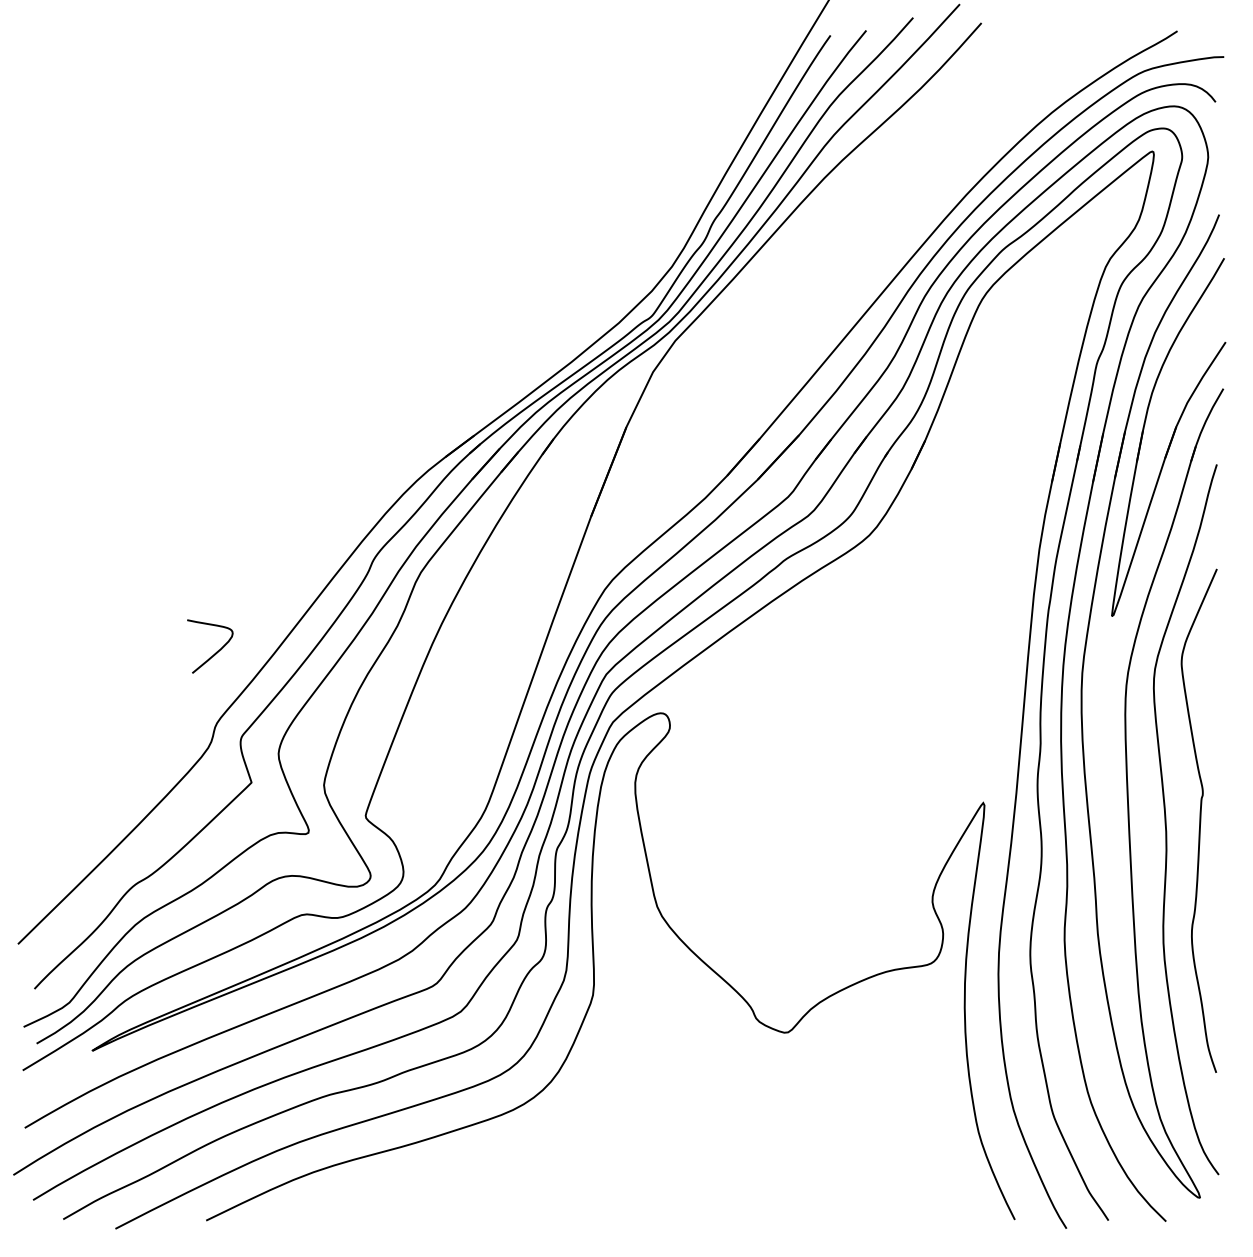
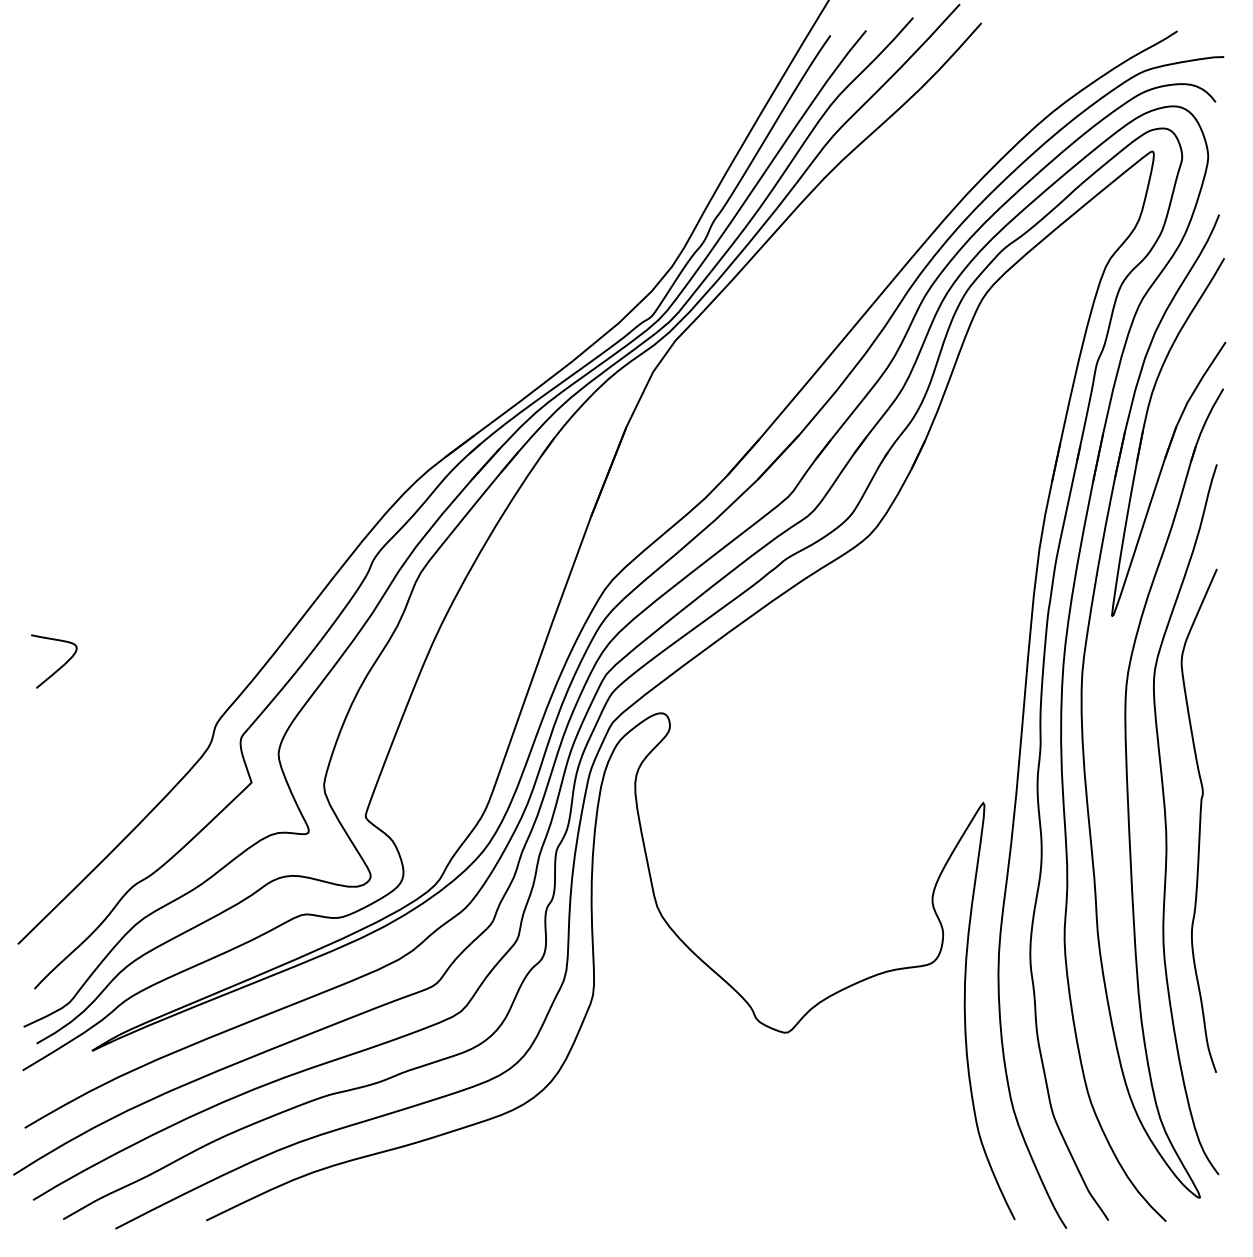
curve at (216, 651) position: (216, 651) -> (60, 666)
